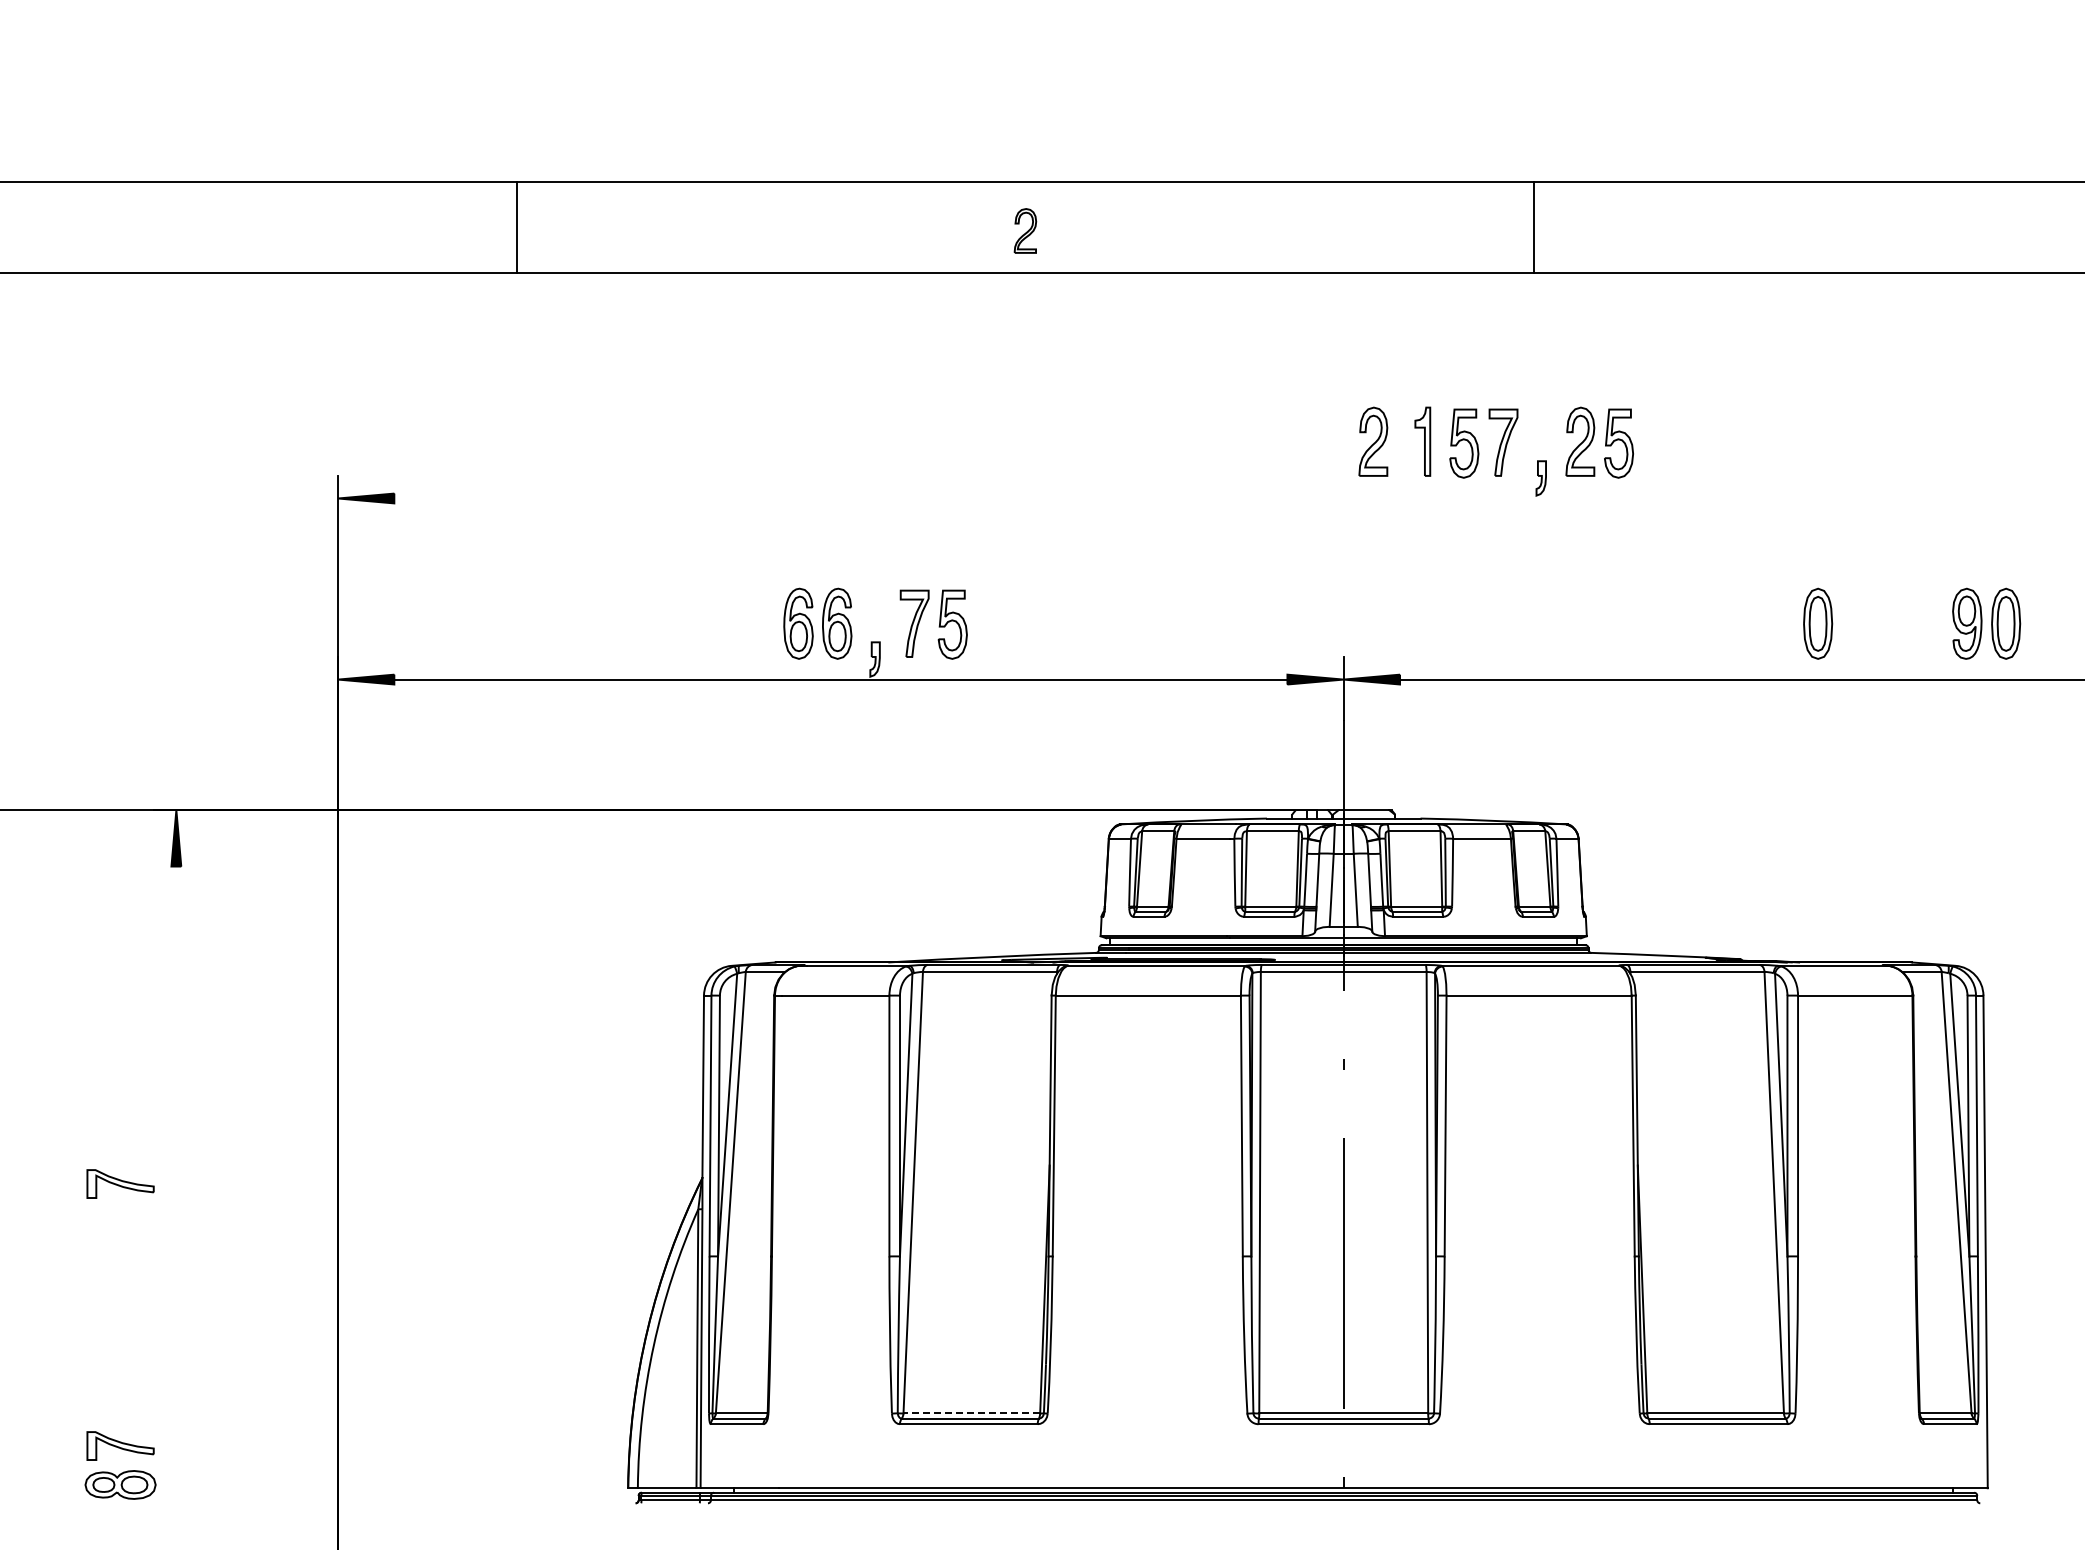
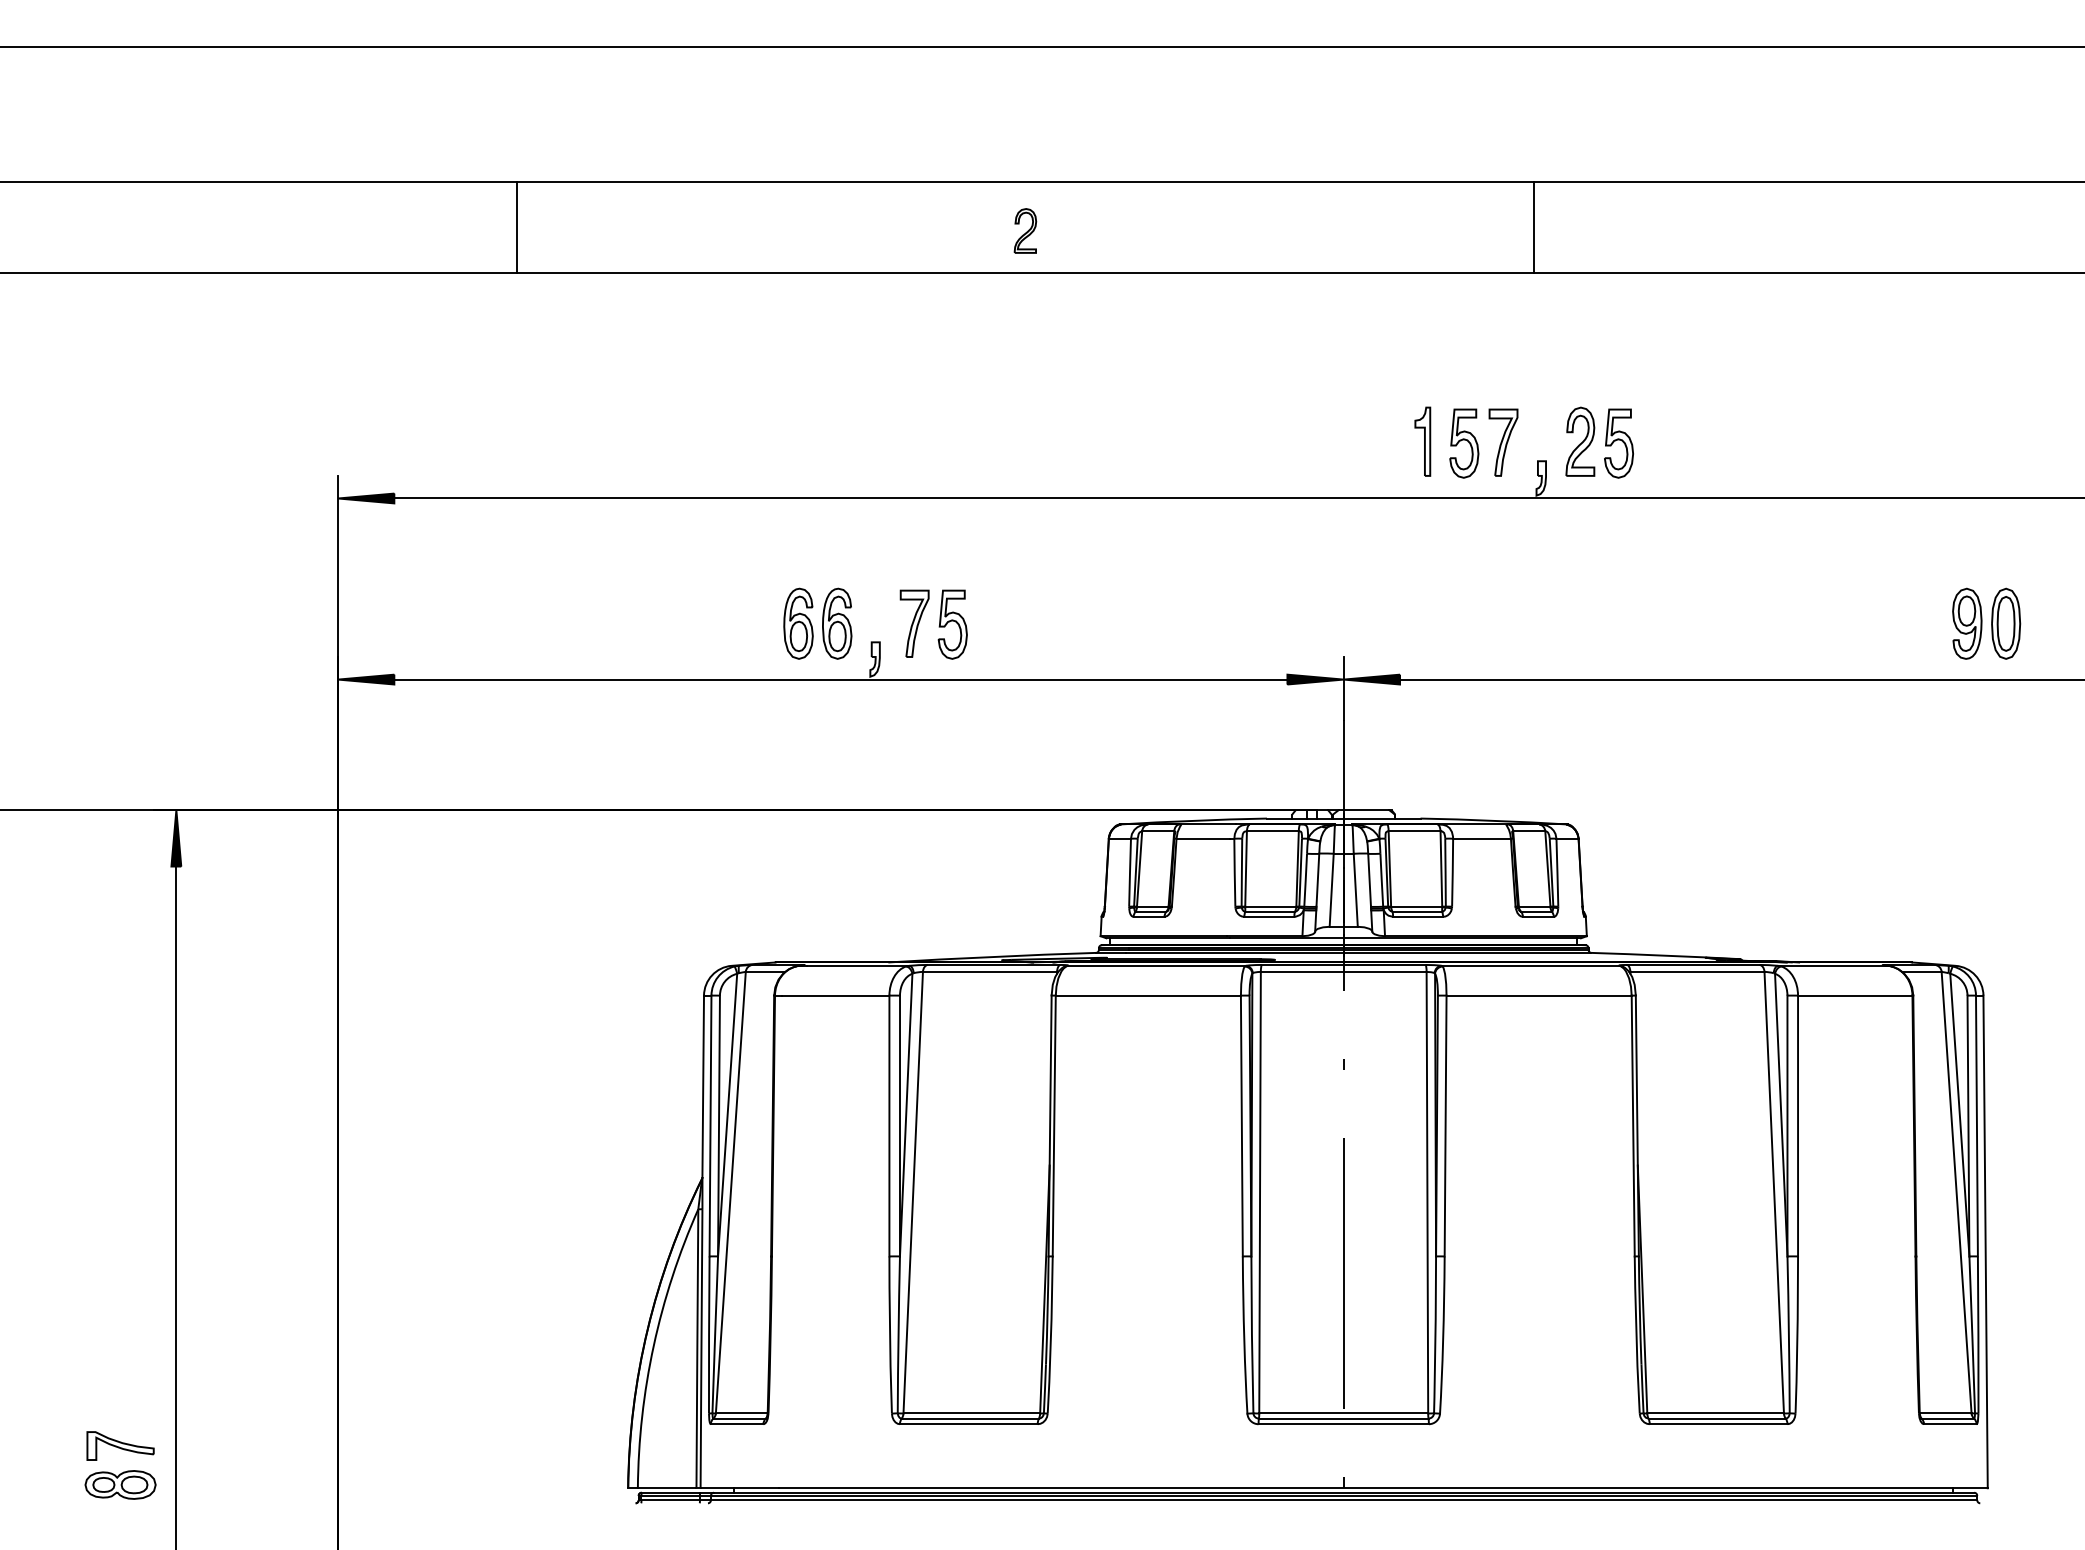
line at (1041, 46): none -> present
part at (1373, 441): present -> none
line at (1237, 498): none -> present
part at (1818, 623): present -> none
part at (120, 1183): present -> none
line at (176, 1206): none -> present
line at (971, 1413): dashed -> solid
